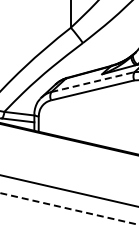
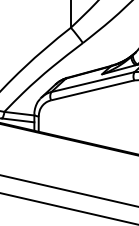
line at (92, 82): dashed -> solid
line at (69, 209): dashed -> solid
